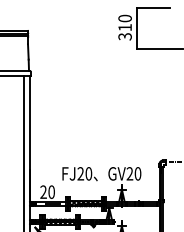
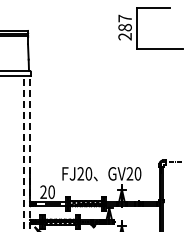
text at (124, 27): 310 -> 287
line at (23, 153): solid -> dashed
line at (30, 153): solid -> dashed
